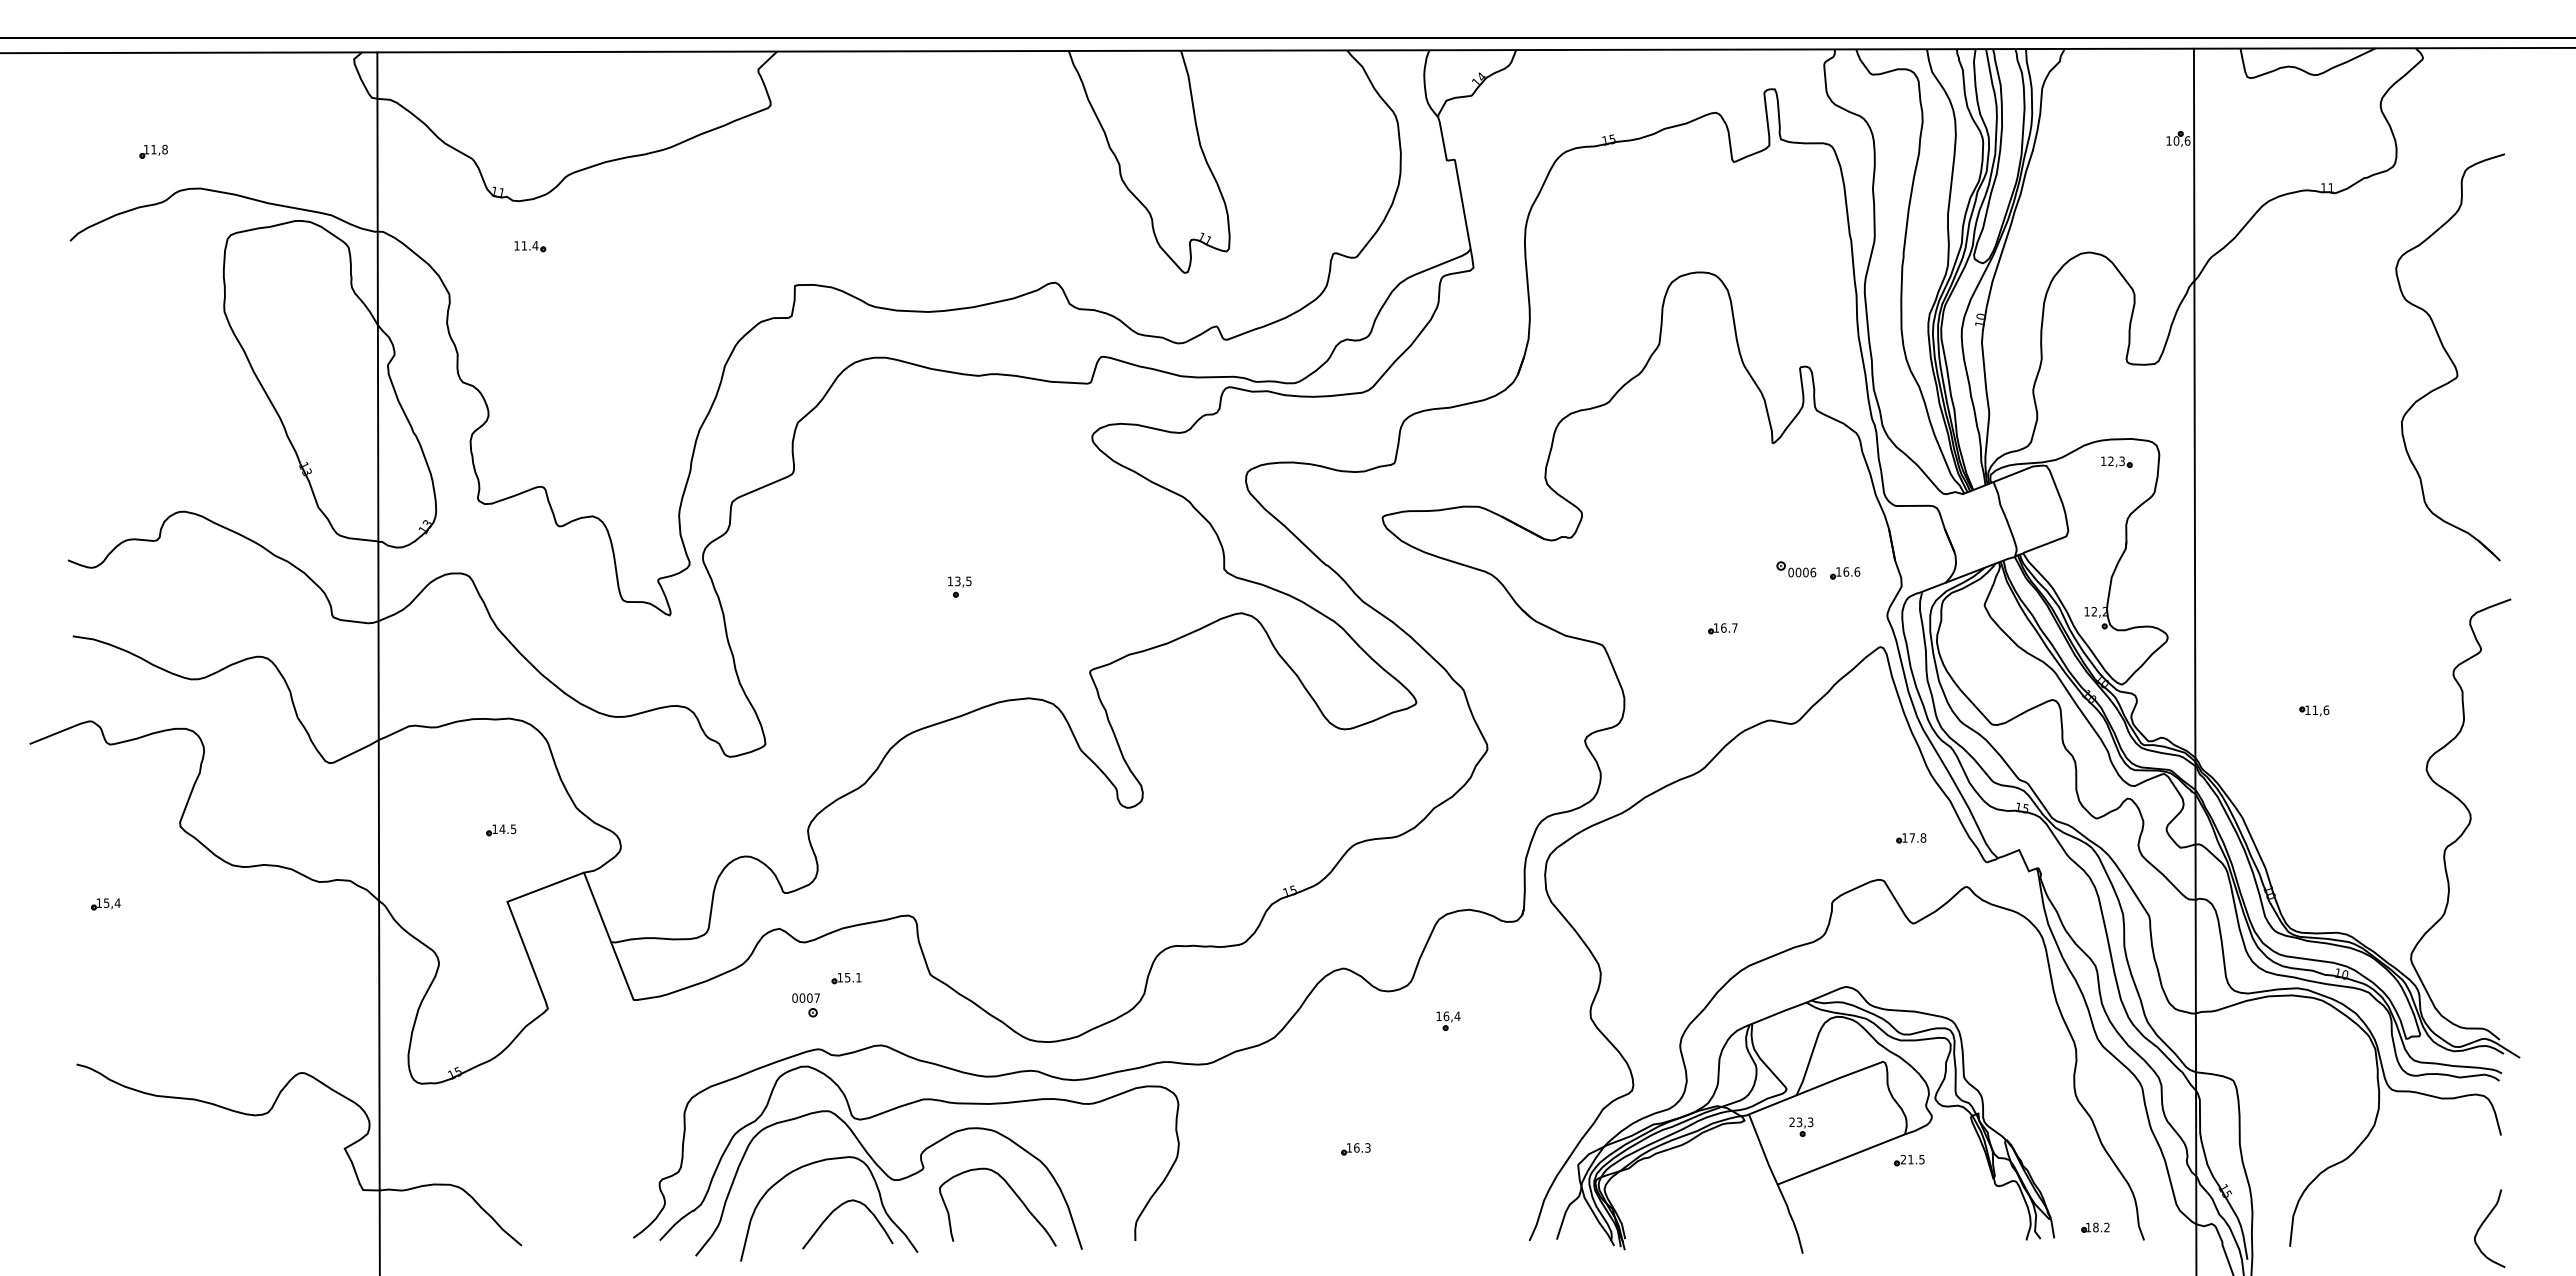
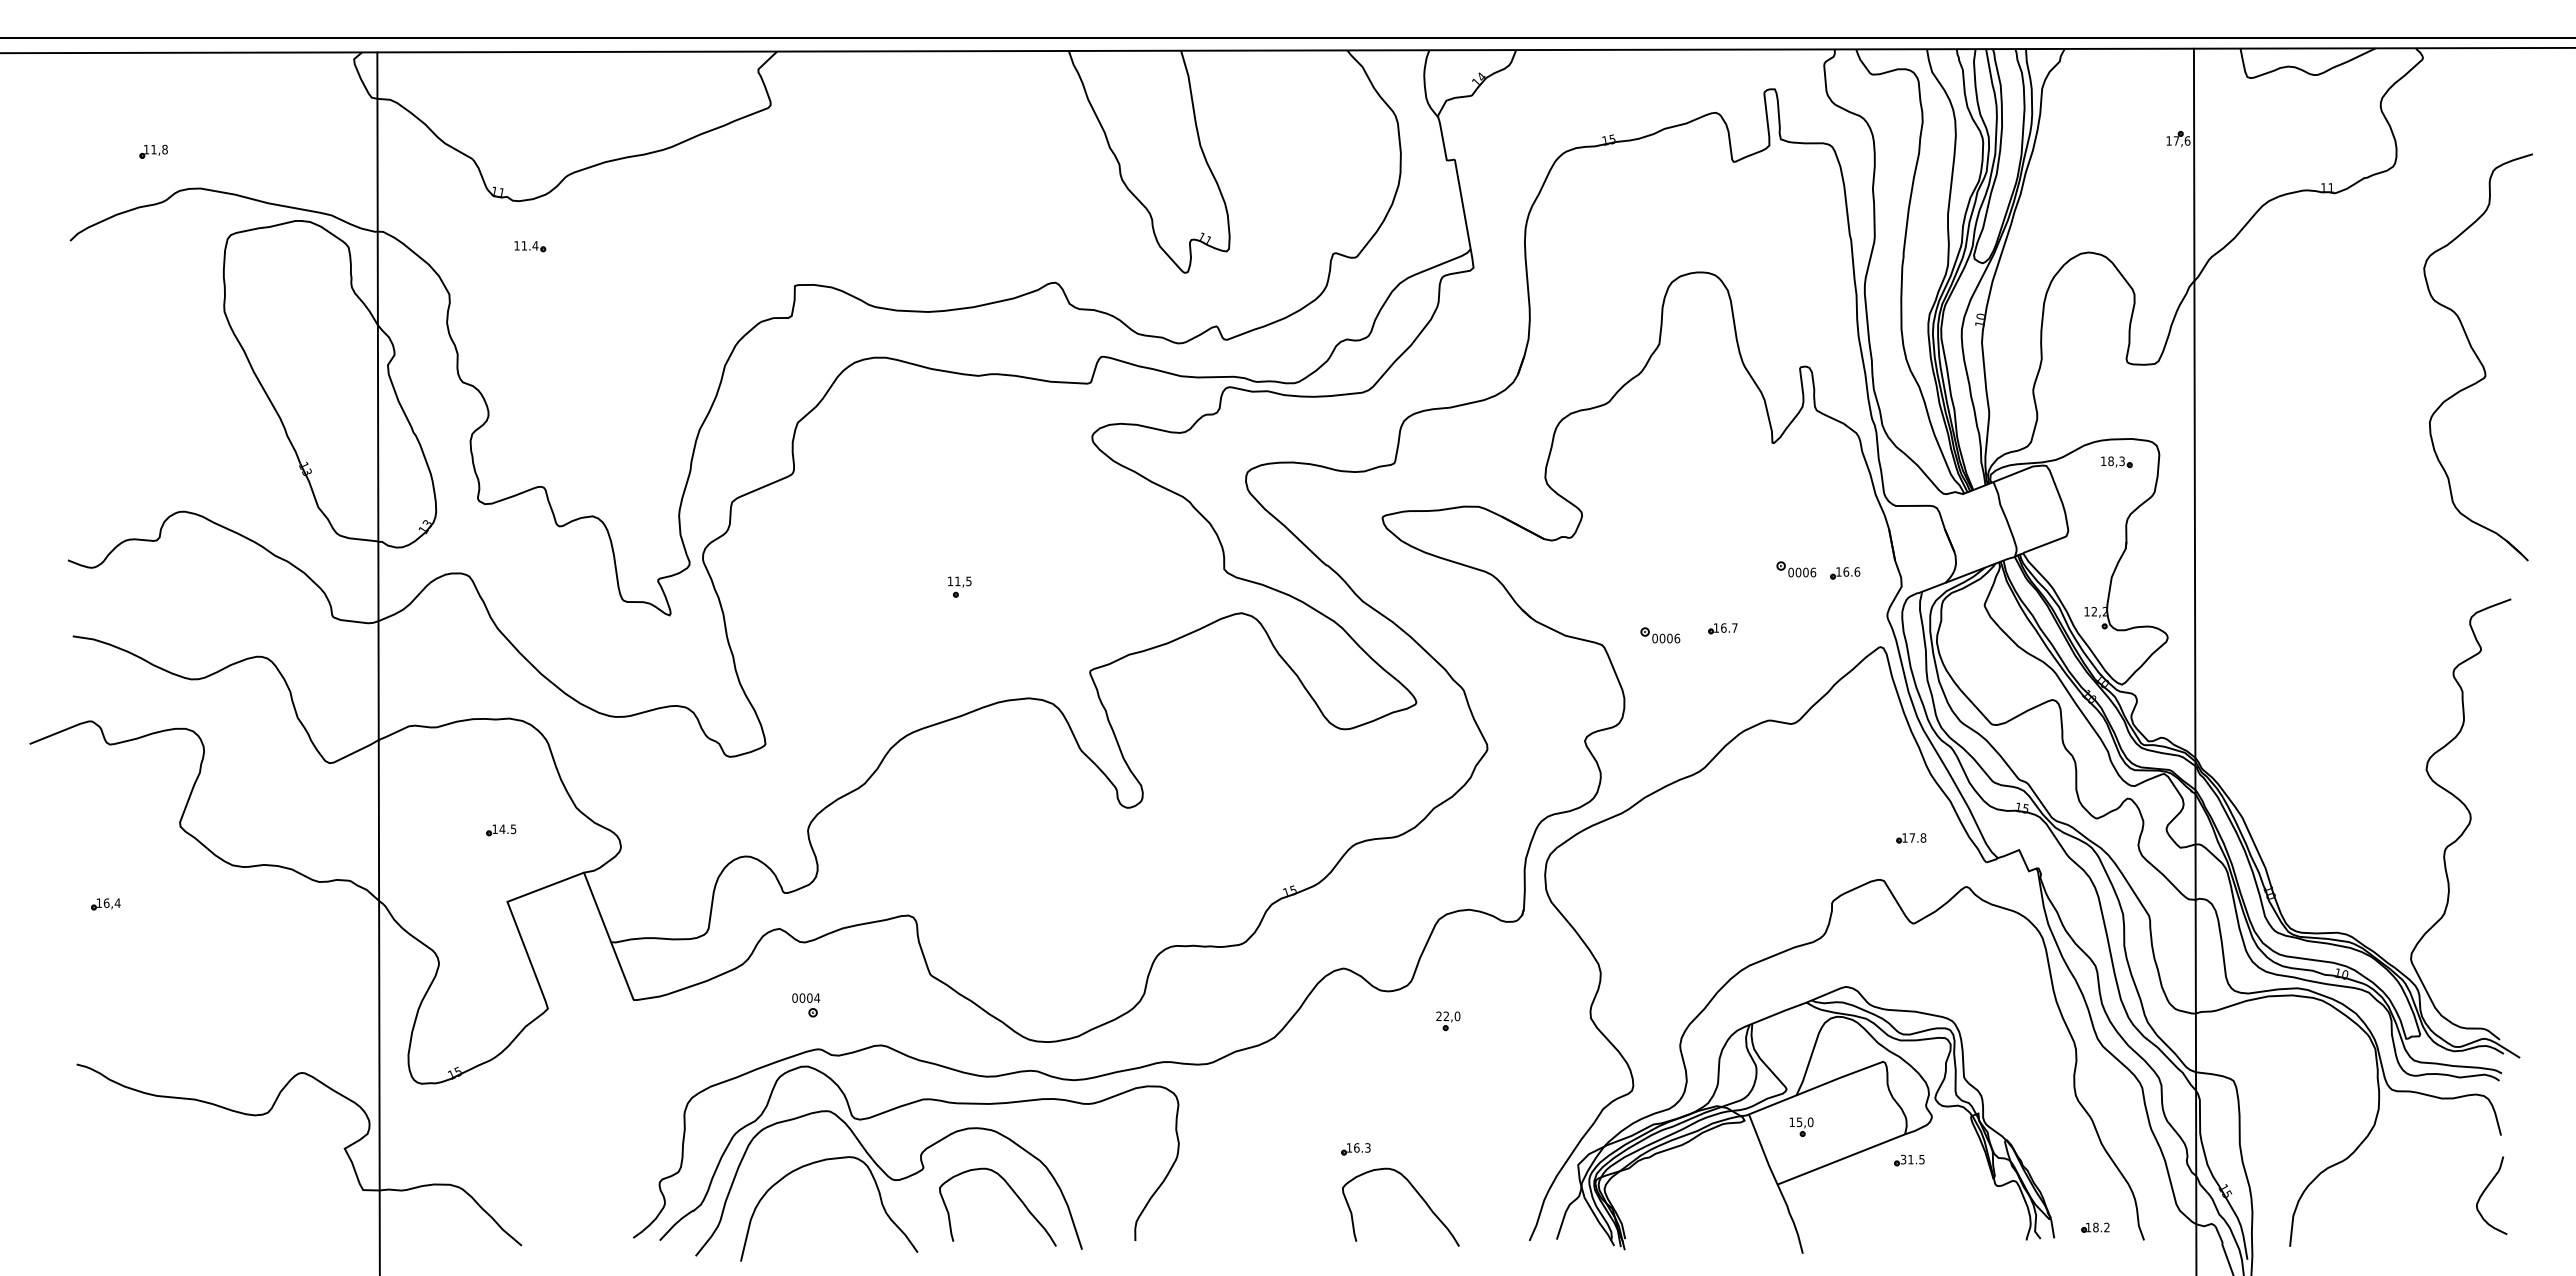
text at (2176, 140): 10,6 -> 17,6
part at (2449, 357) position: (2449, 357) -> (2477, 357)
text at (2110, 461): 12,3 -> 18,3
text at (957, 581): 13,5 -> 11,5
part at (1660, 635): none -> present
part at (2314, 710): present -> none
text at (106, 902): 15,4 -> 16,4
part at (846, 978): present -> none
text at (817, 997): 0007 -> 0004
text at (1448, 1016): 16,4 -> 22,0
text at (1801, 1122): 23,3 -> 15,0
text at (1903, 1159): 21.5 -> 31.5
curve at (1418, 1195): none -> present
curve at (837, 1209): present -> none
curve at (2482, 1225) position: (2482, 1225) -> (2484, 1192)
